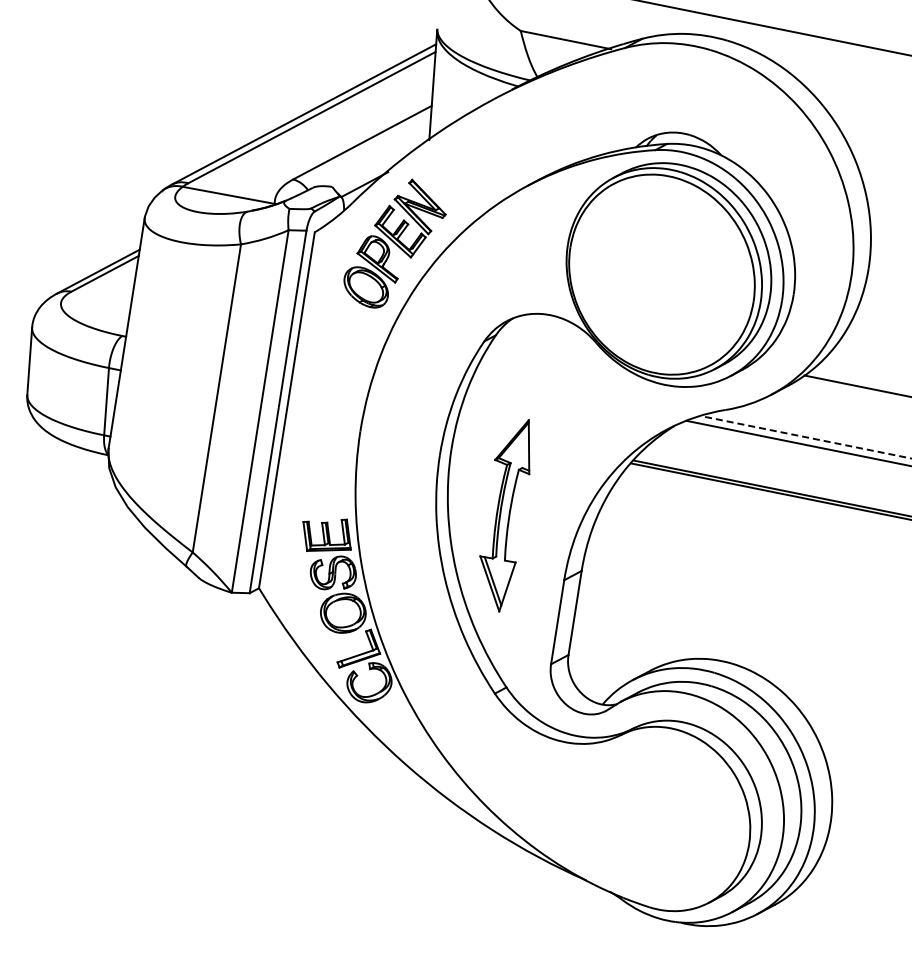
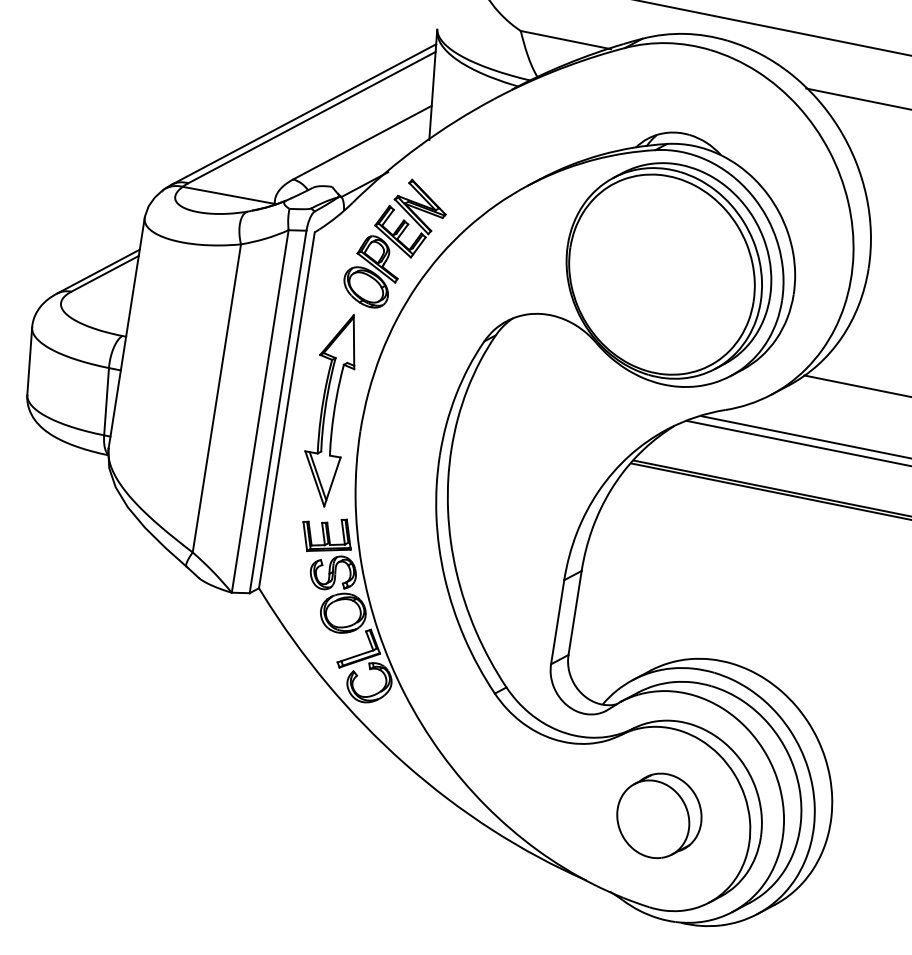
line at (857, 98): none -> present
line at (806, 437): dashed -> solid
part at (504, 515) position: (504, 515) -> (329, 410)
part at (659, 815): none -> present
